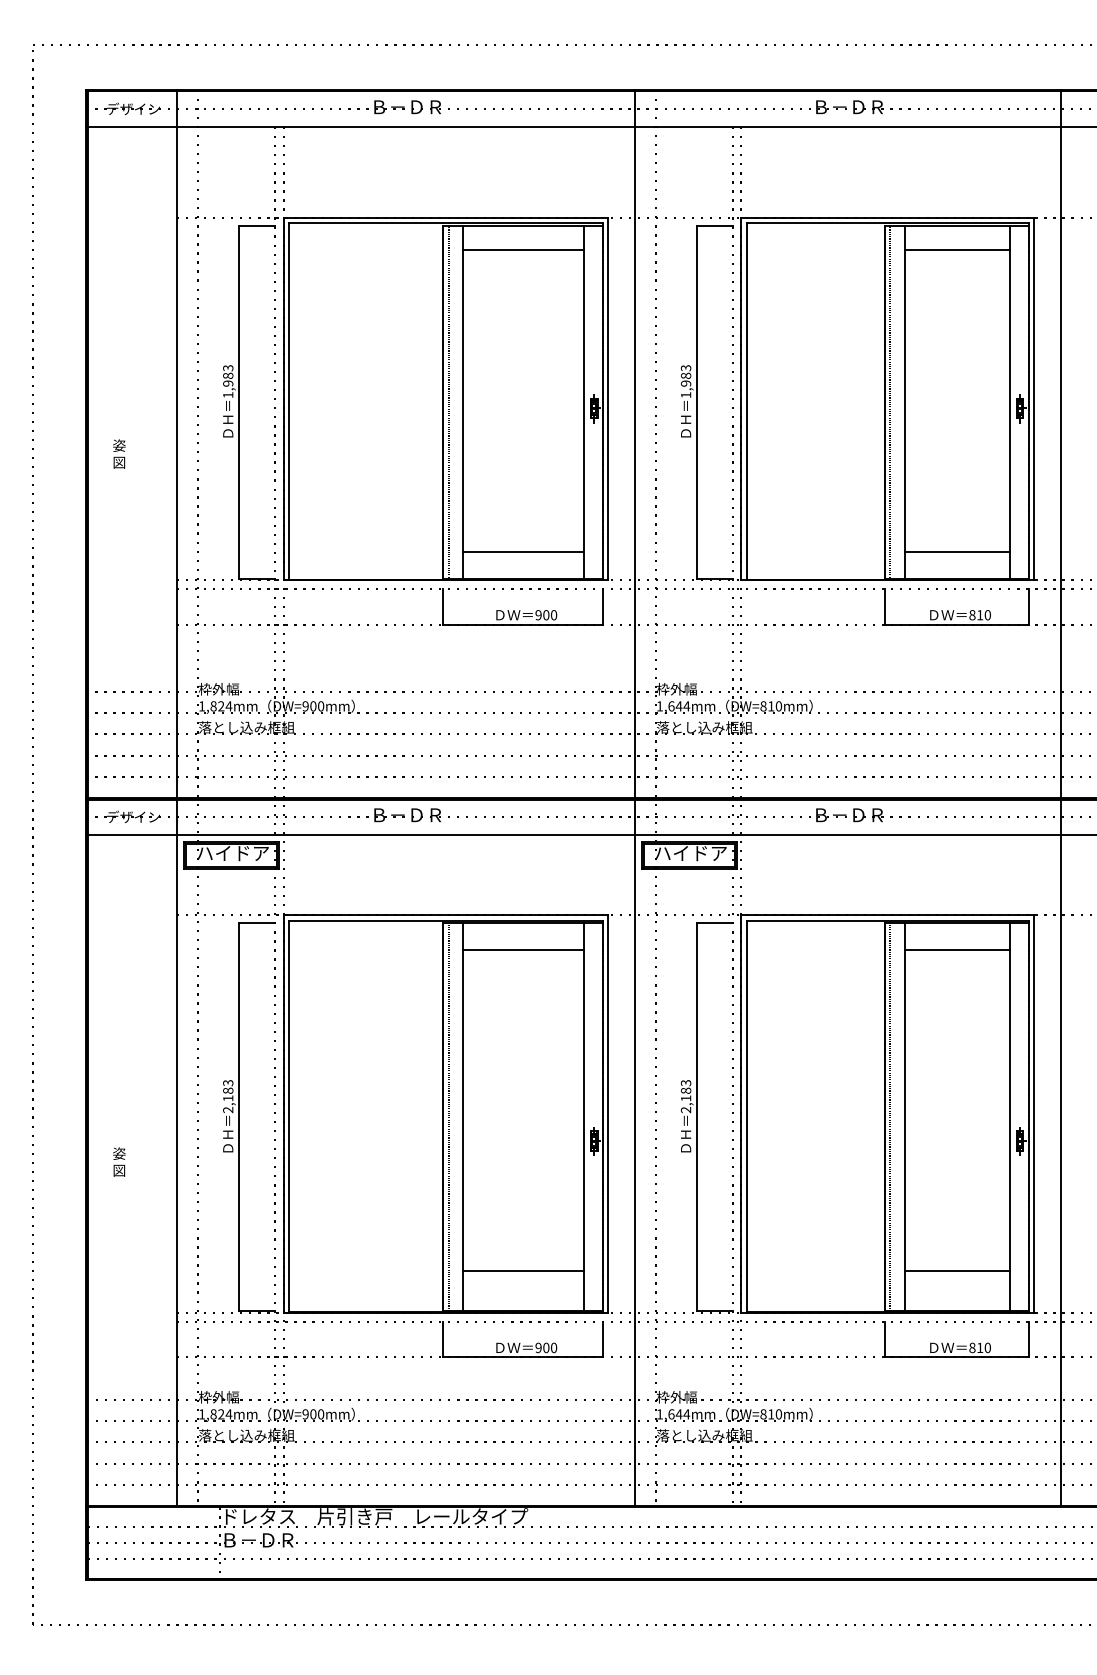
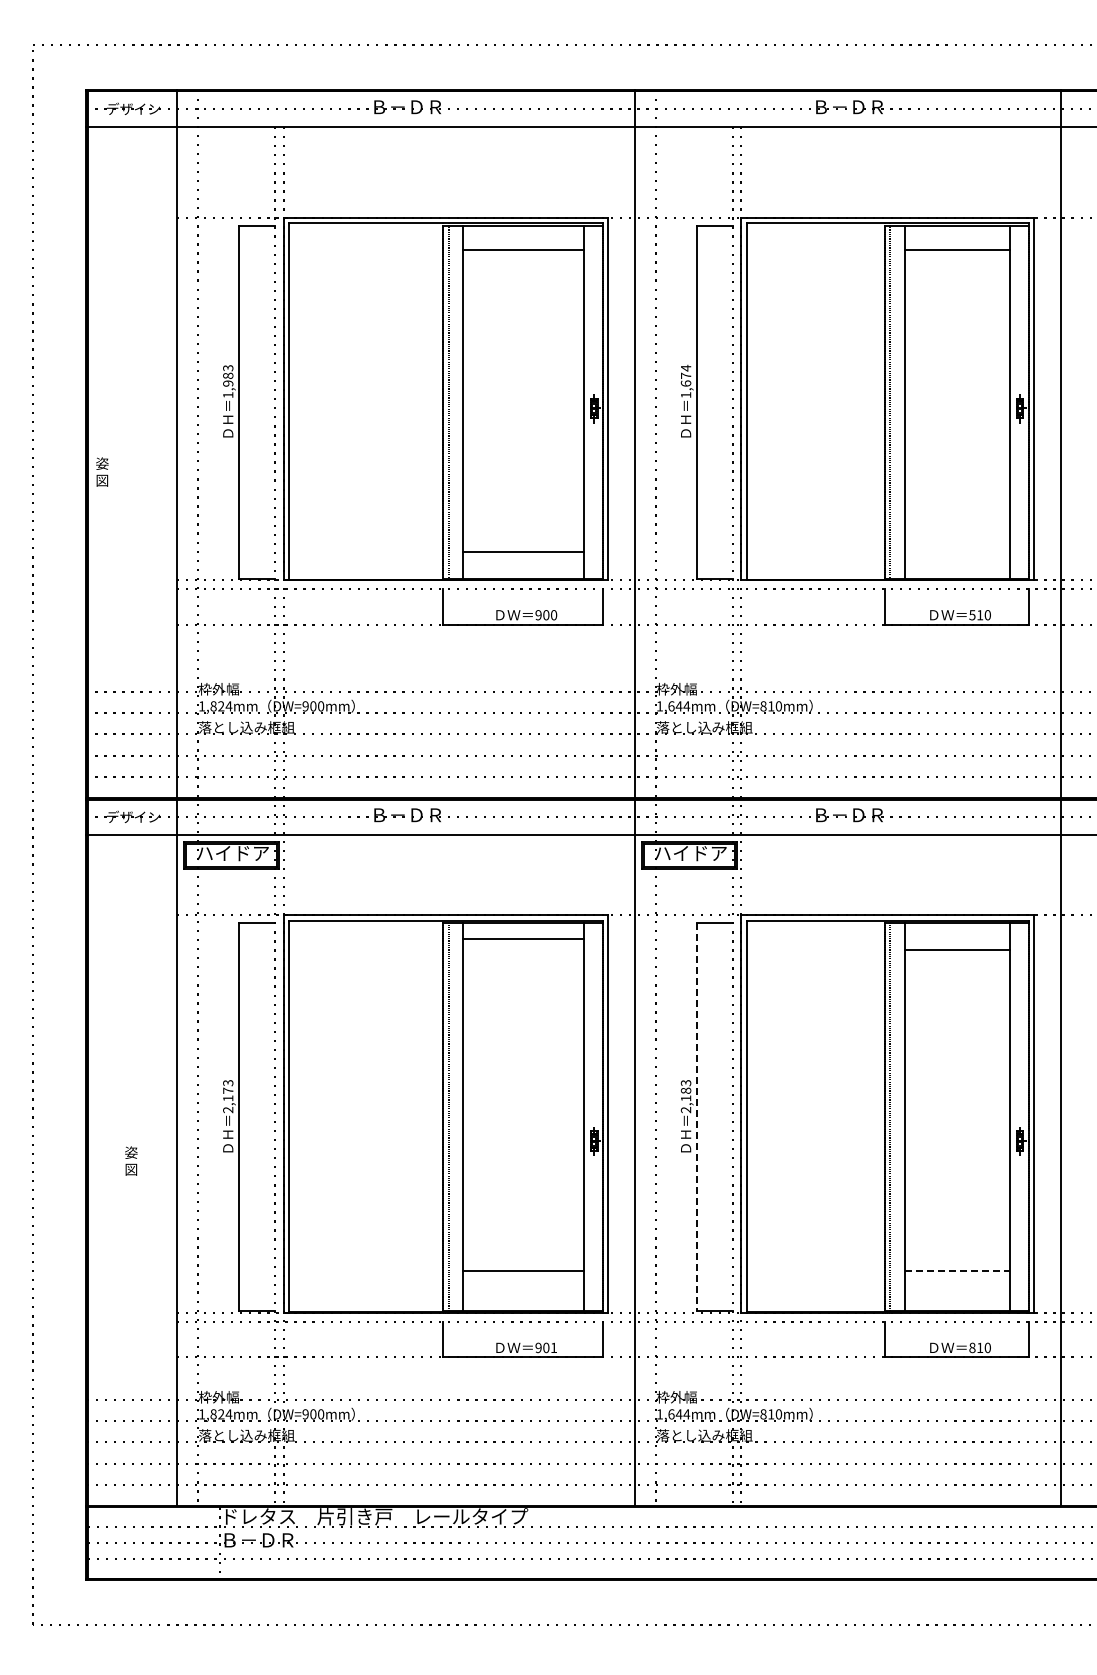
text at (685, 375): 1,983 -> 1,674
text at (119, 453) position: (119, 453) -> (102, 471)
line at (956, 552): present -> none
text at (972, 615): 810 -> 510
line at (522, 949) position: (522, 949) -> (522, 938)
text at (228, 1090): 2,183 -> 2,173
line at (697, 1117): solid -> dashed
text at (119, 1161) position: (119, 1161) -> (131, 1160)
line at (957, 1271): solid -> dashed
text at (554, 1347): 900 -> 901
